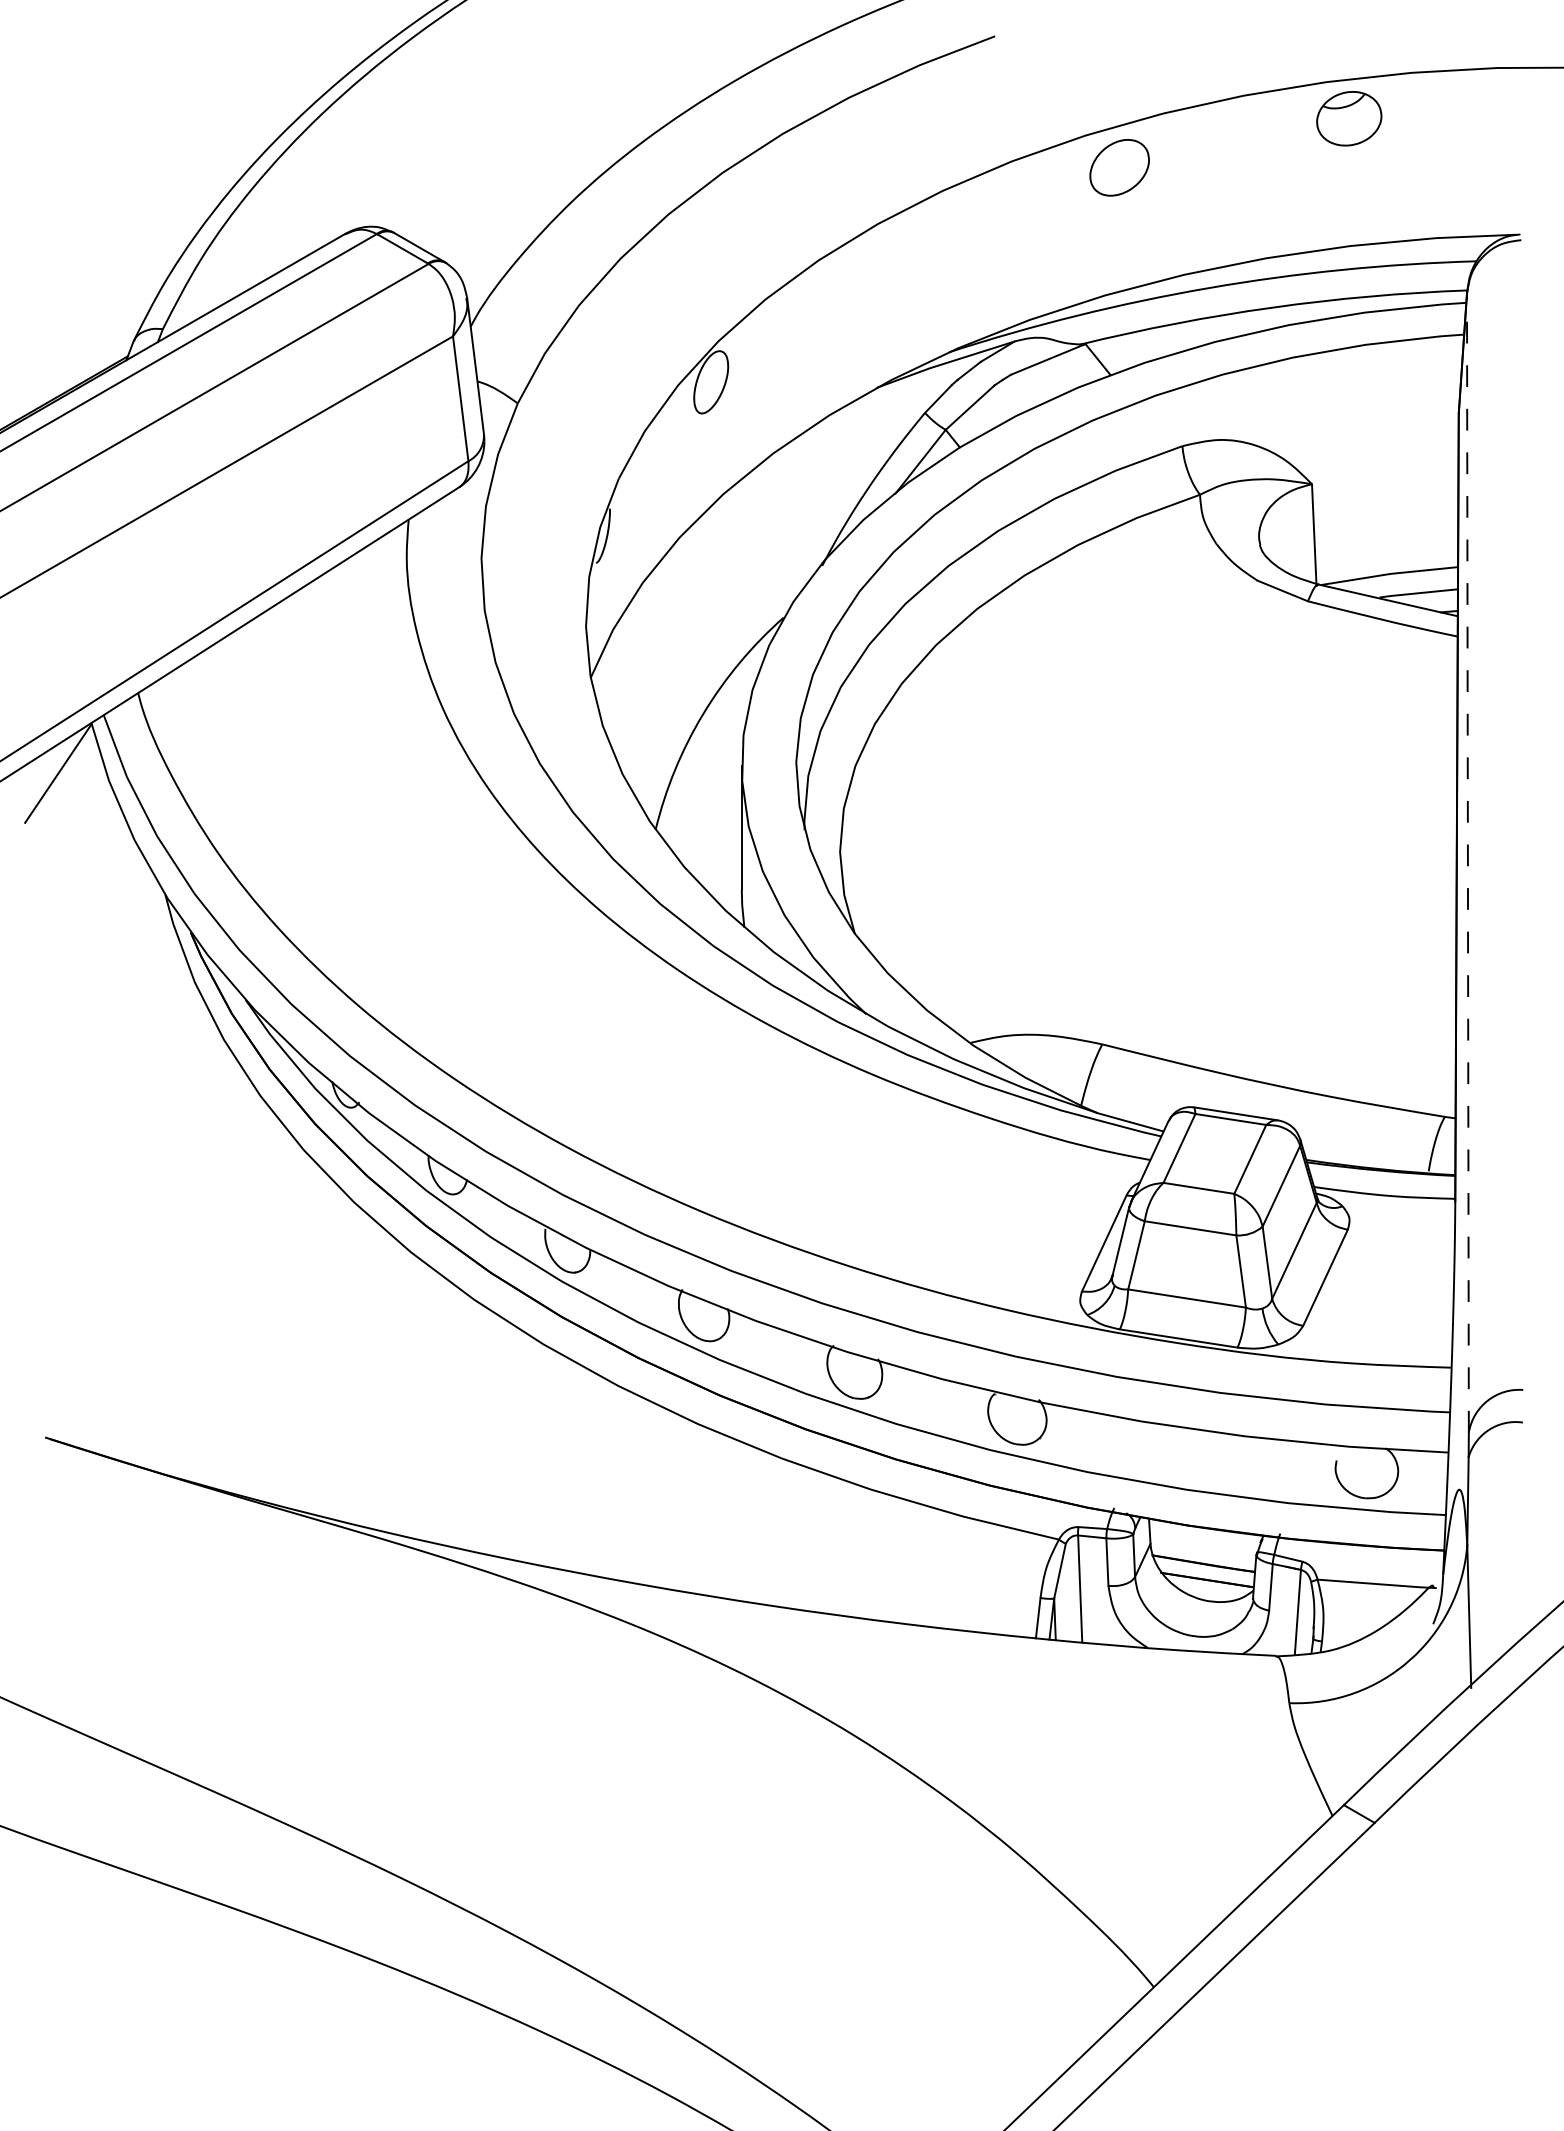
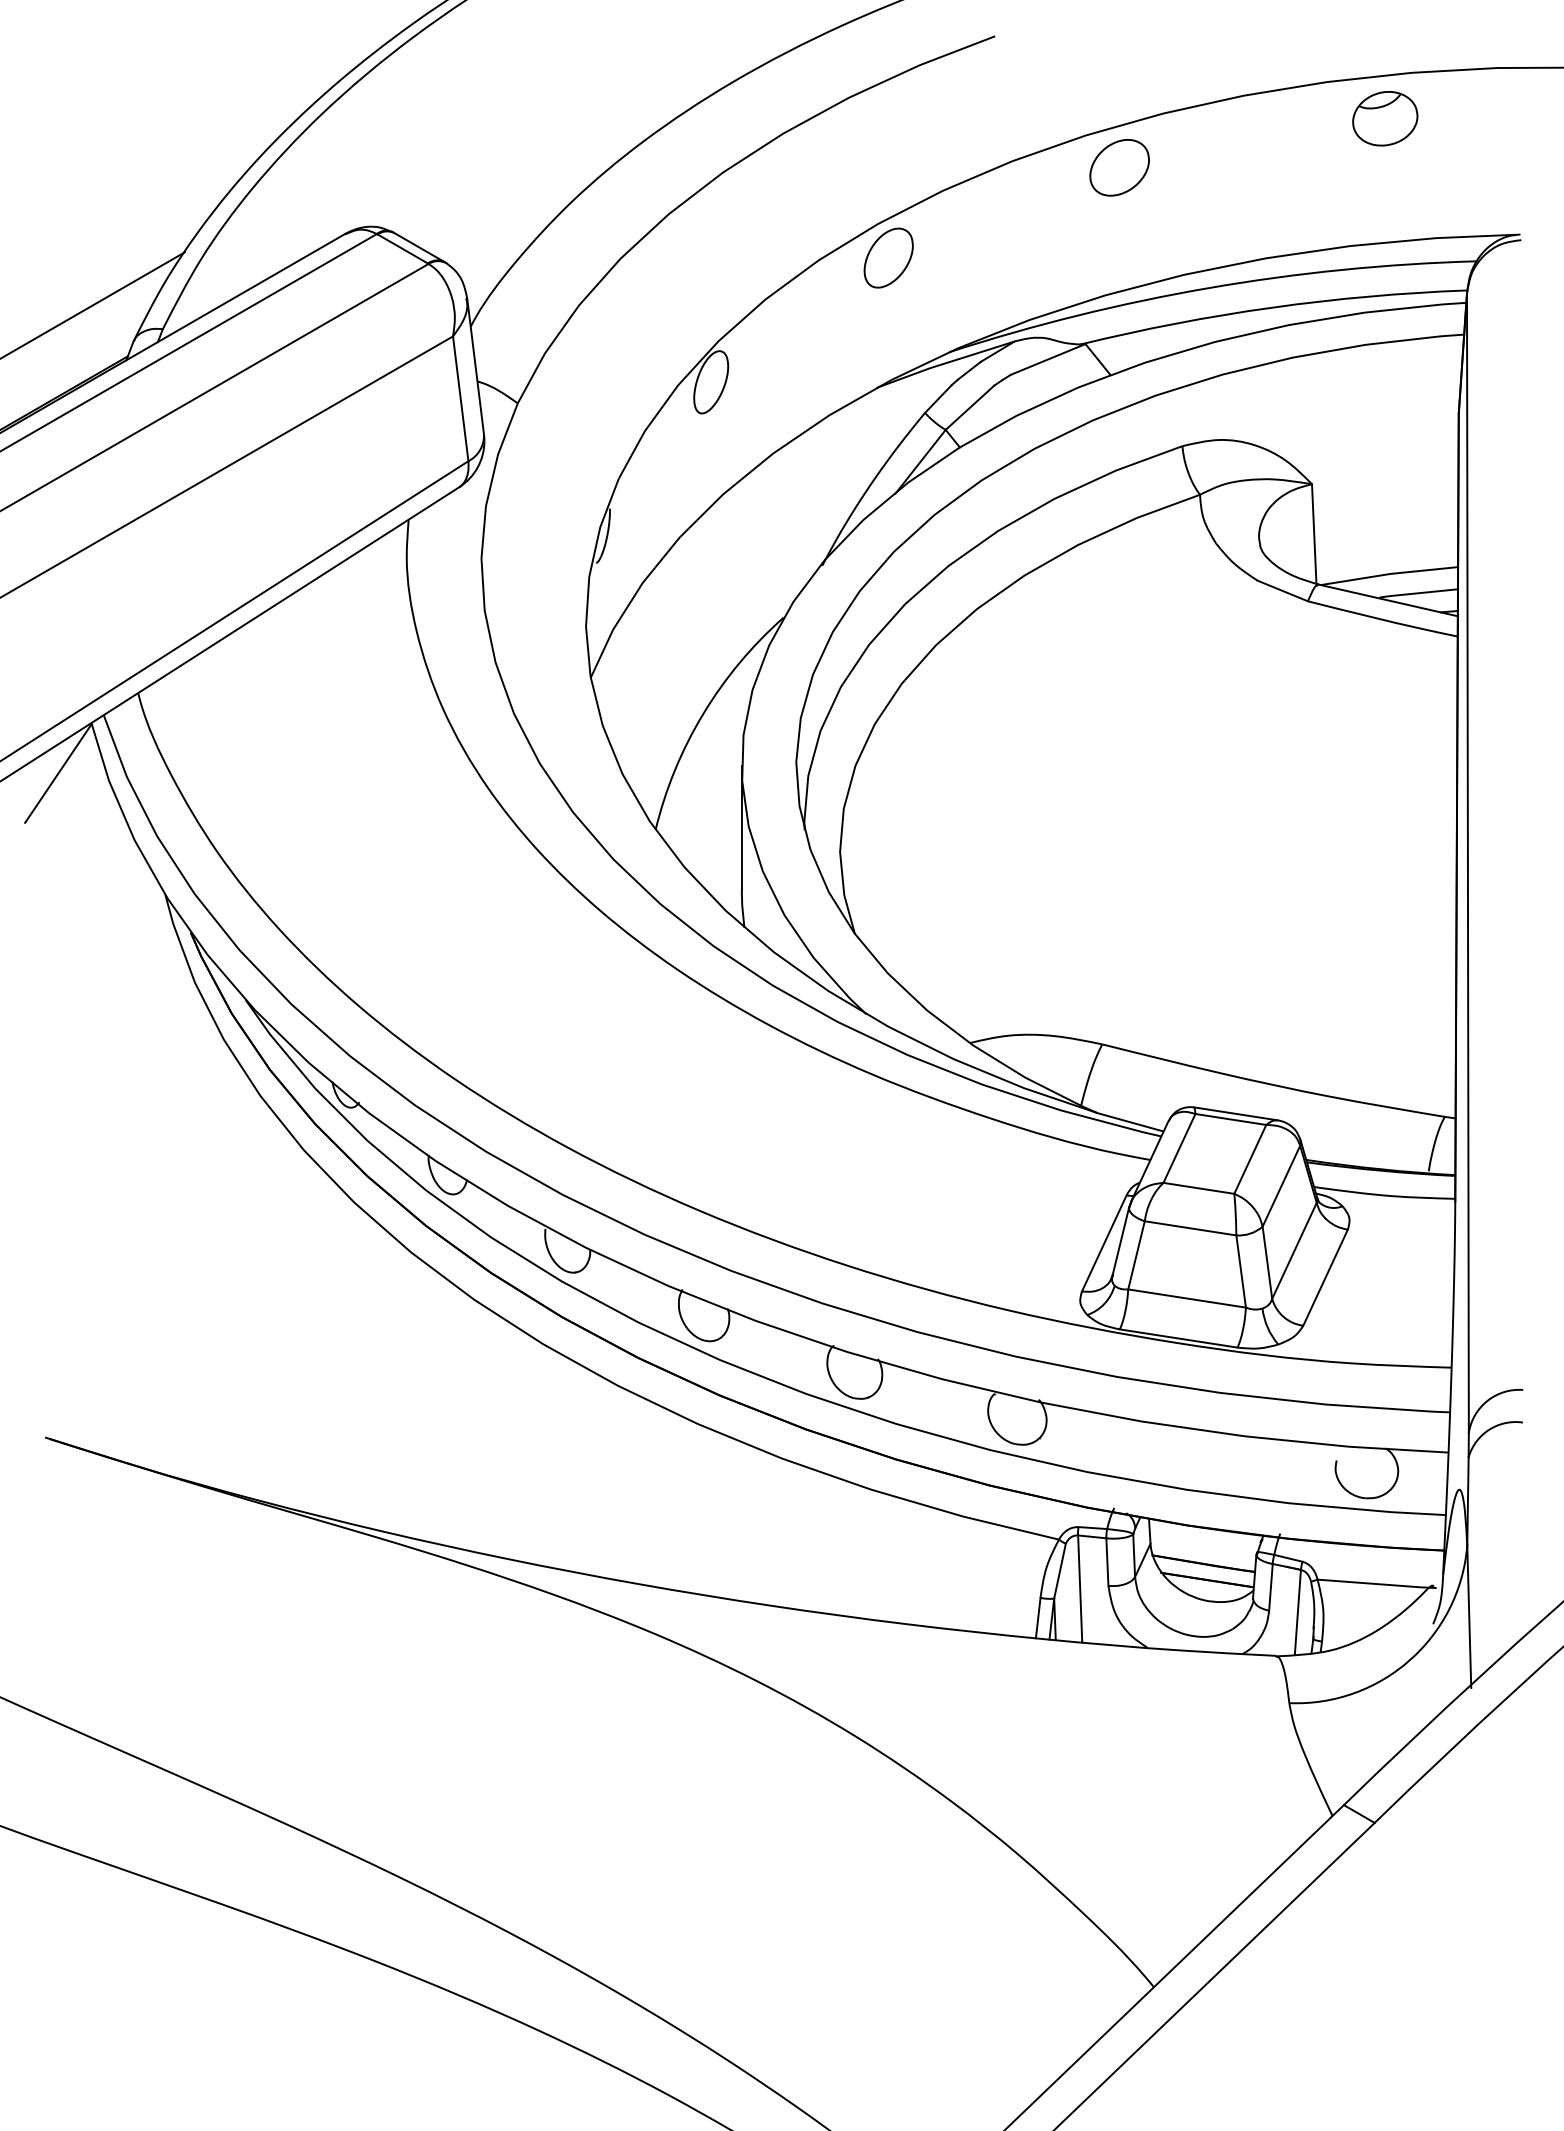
part at (1349, 118) position: (1349, 118) -> (1385, 118)
part at (888, 257): none -> present
line at (93, 304): none -> present
line at (1467, 862): dashed -> solid
